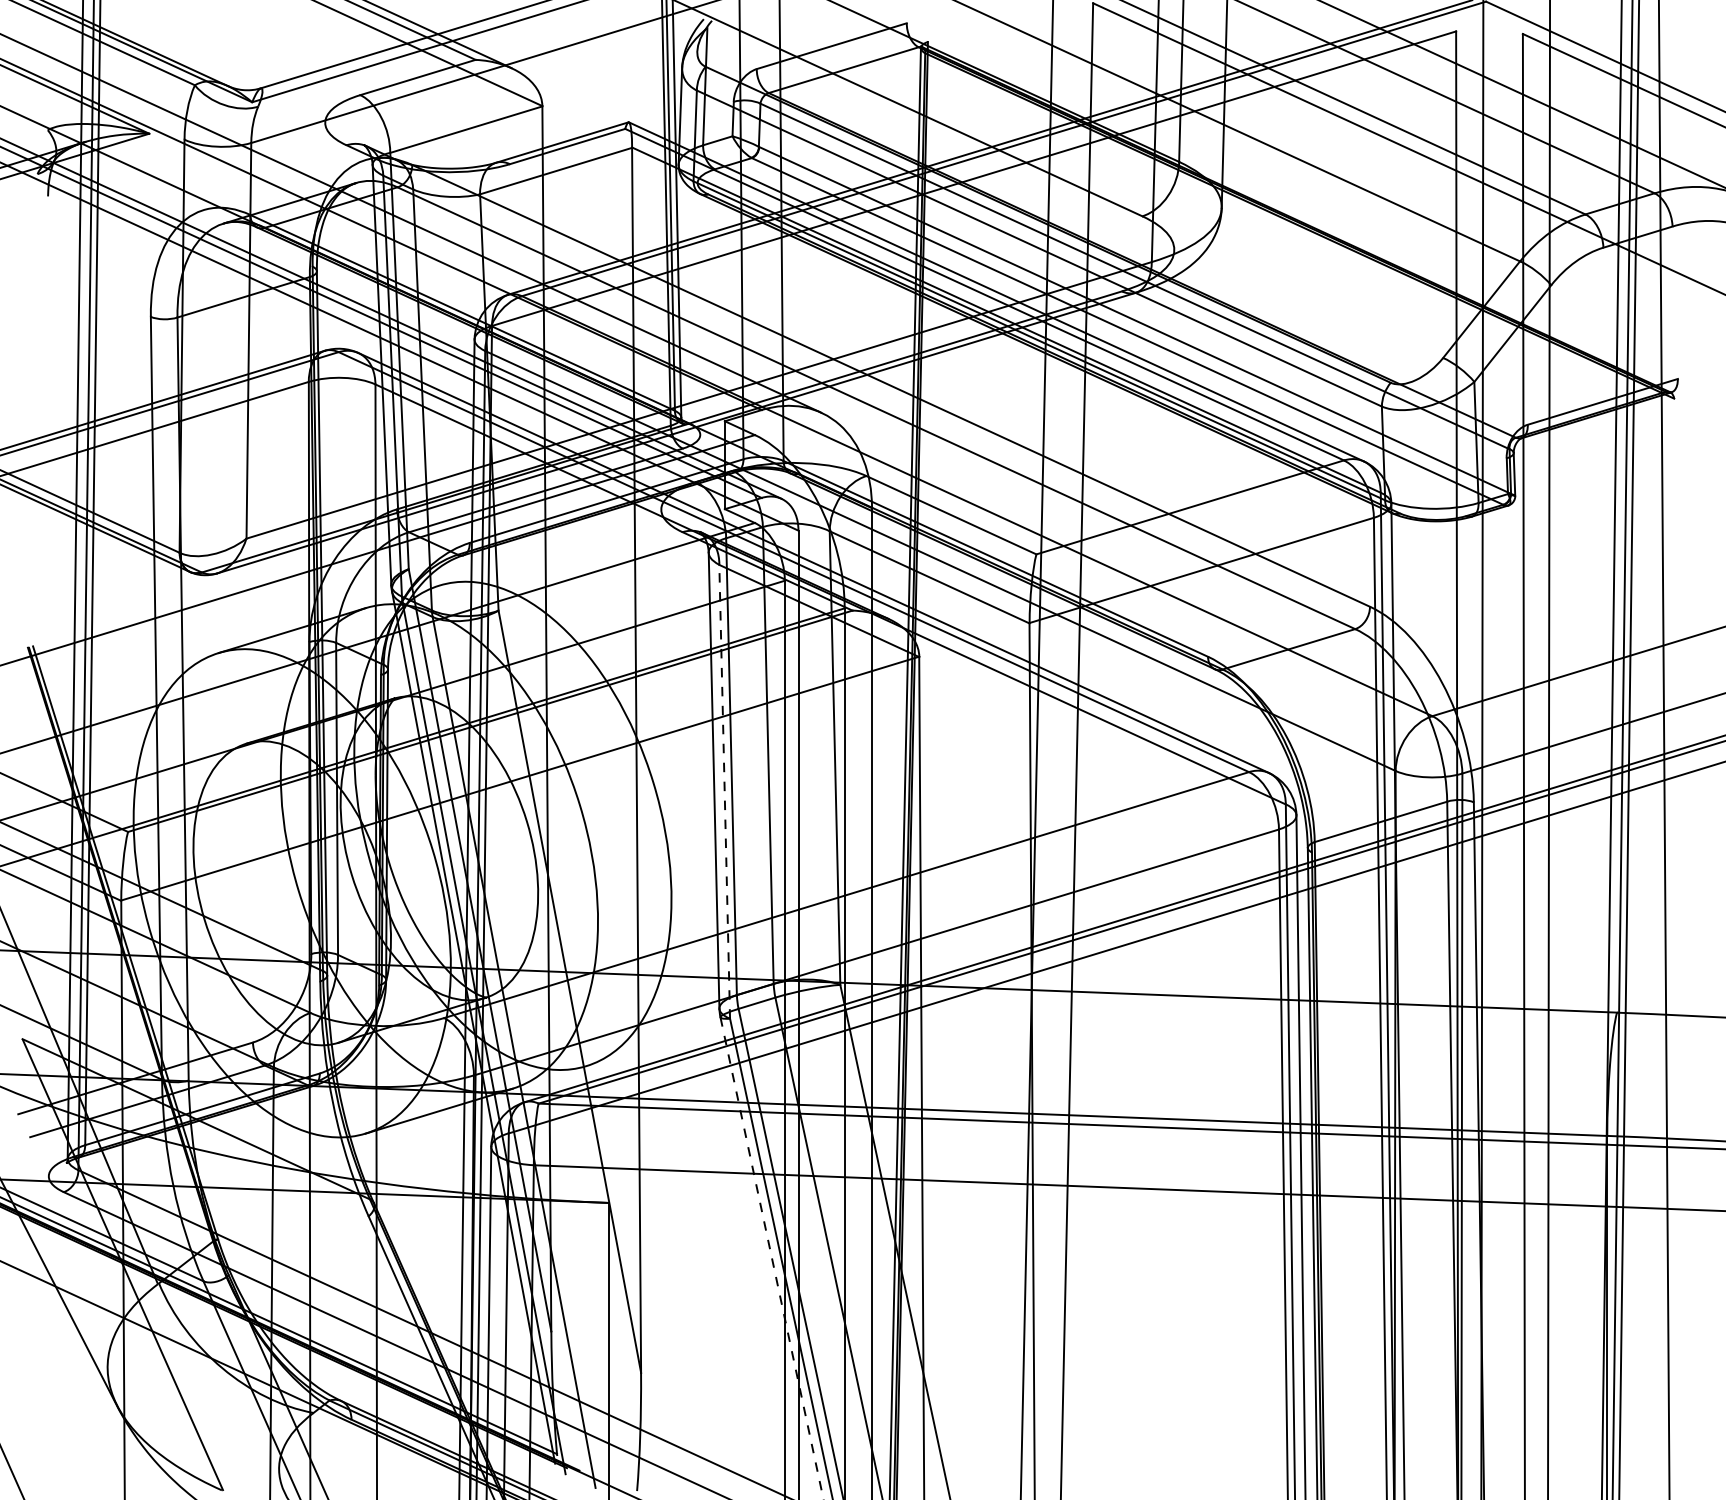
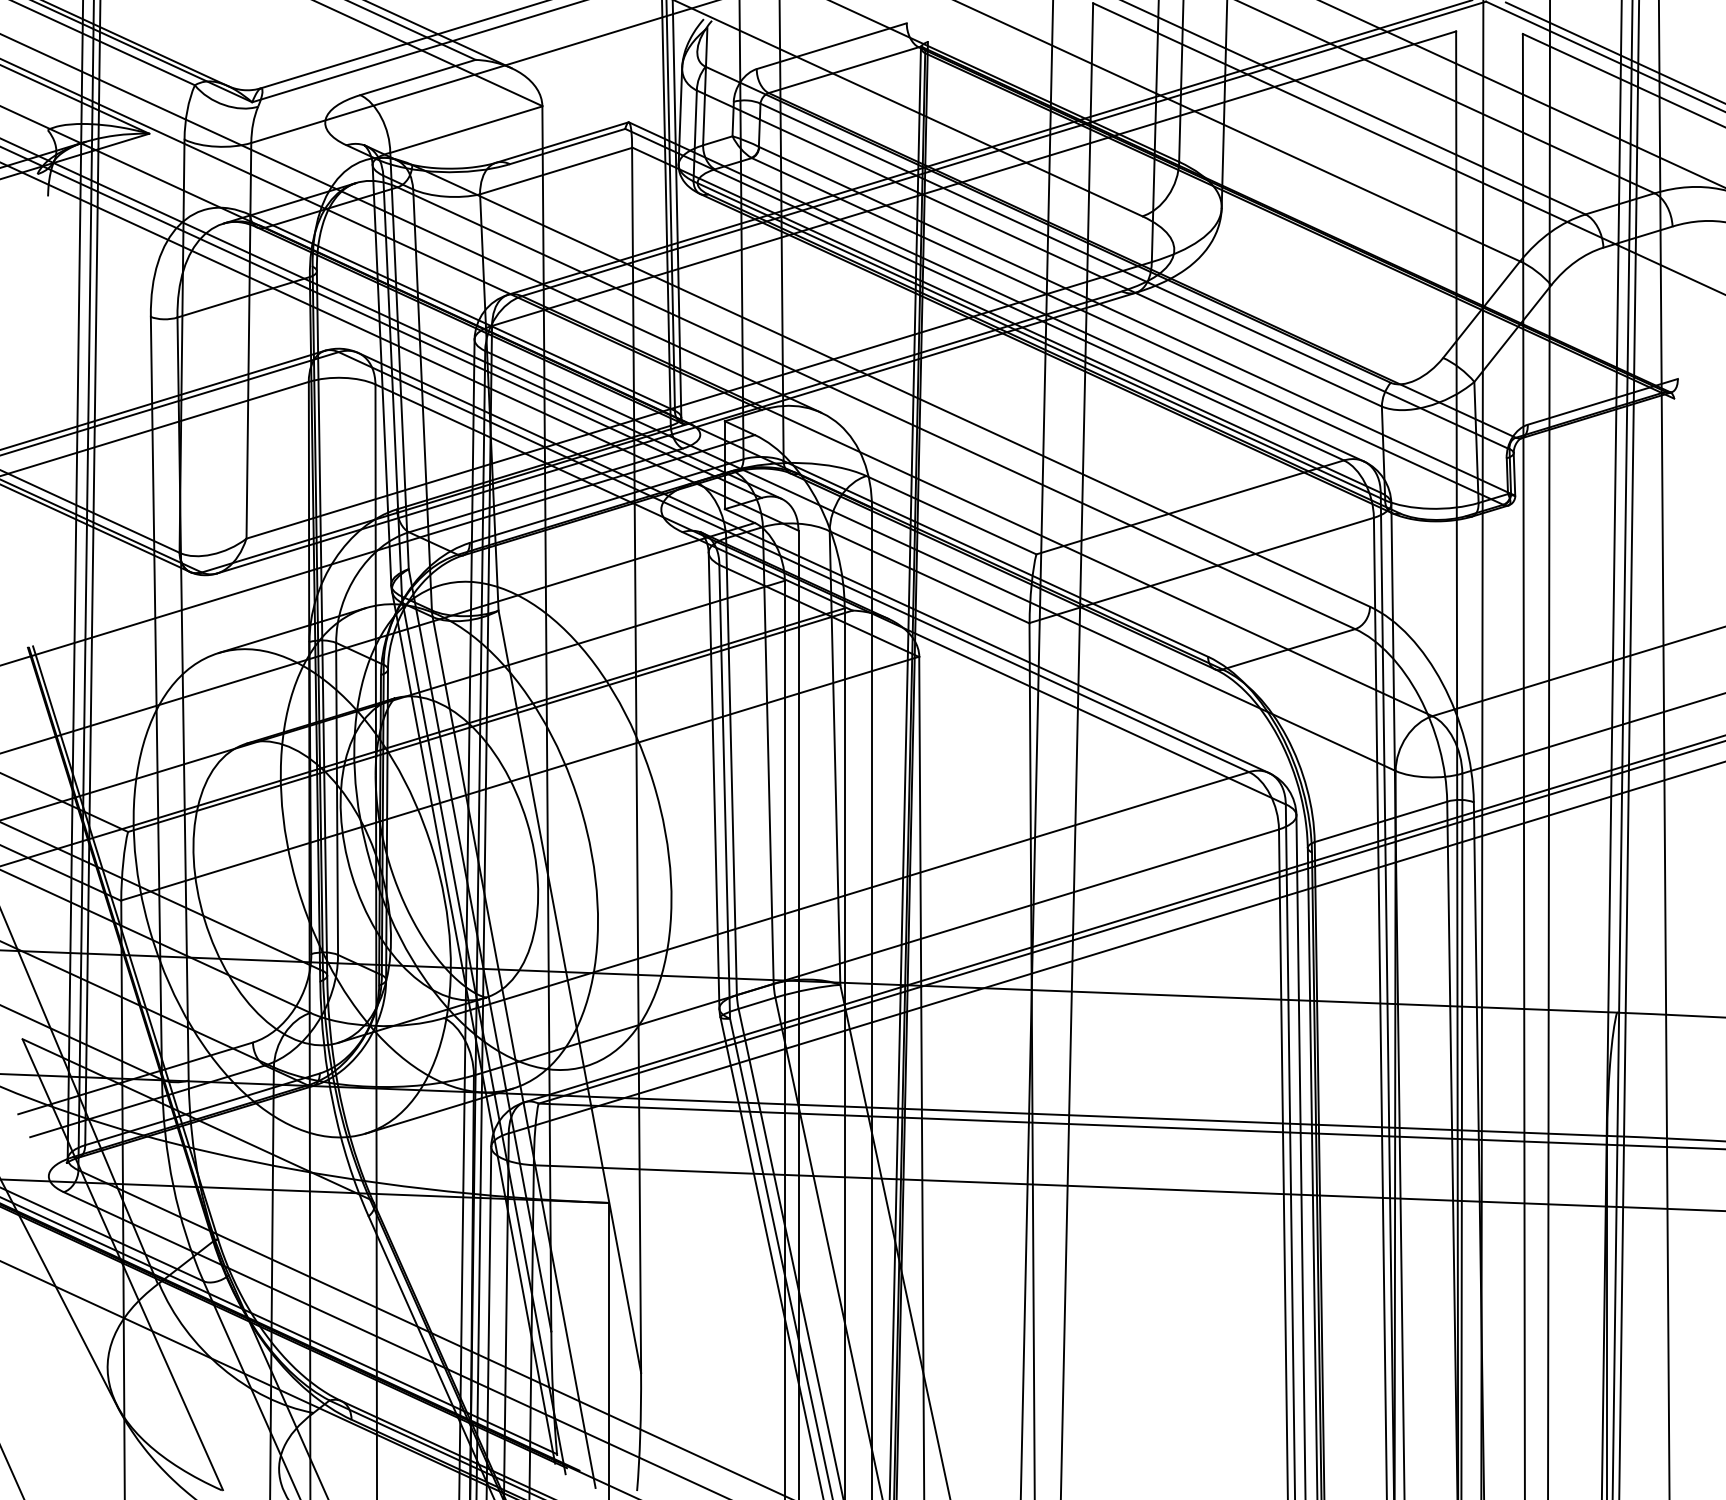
line at (1613, 52): none -> present
line at (724, 791): dashed -> solid
line at (772, 1258): dashed -> solid
